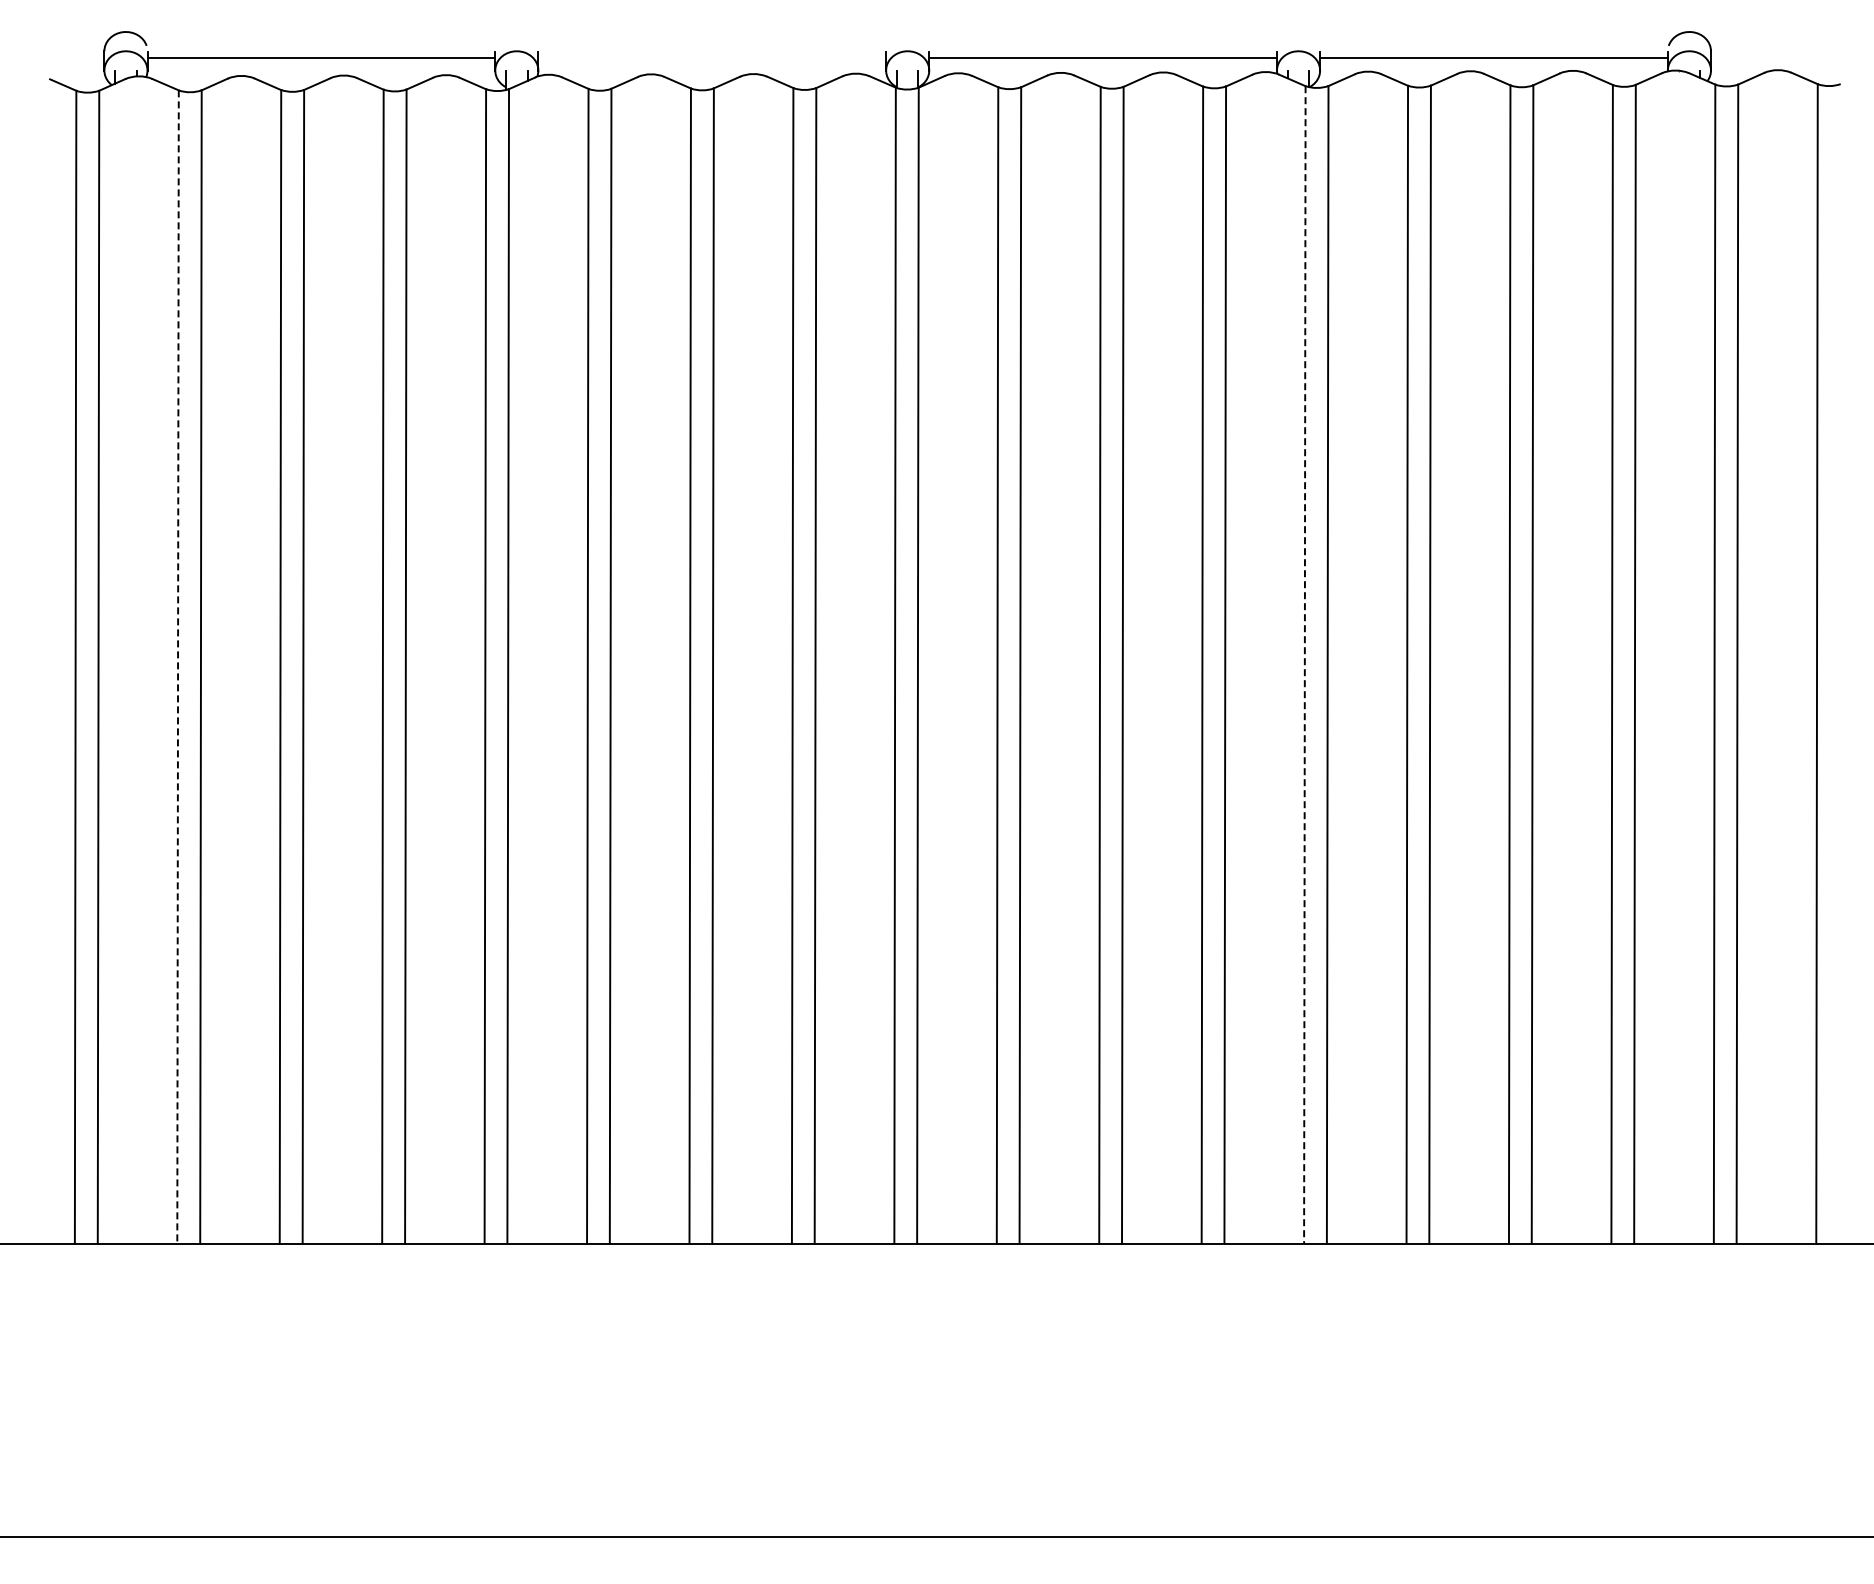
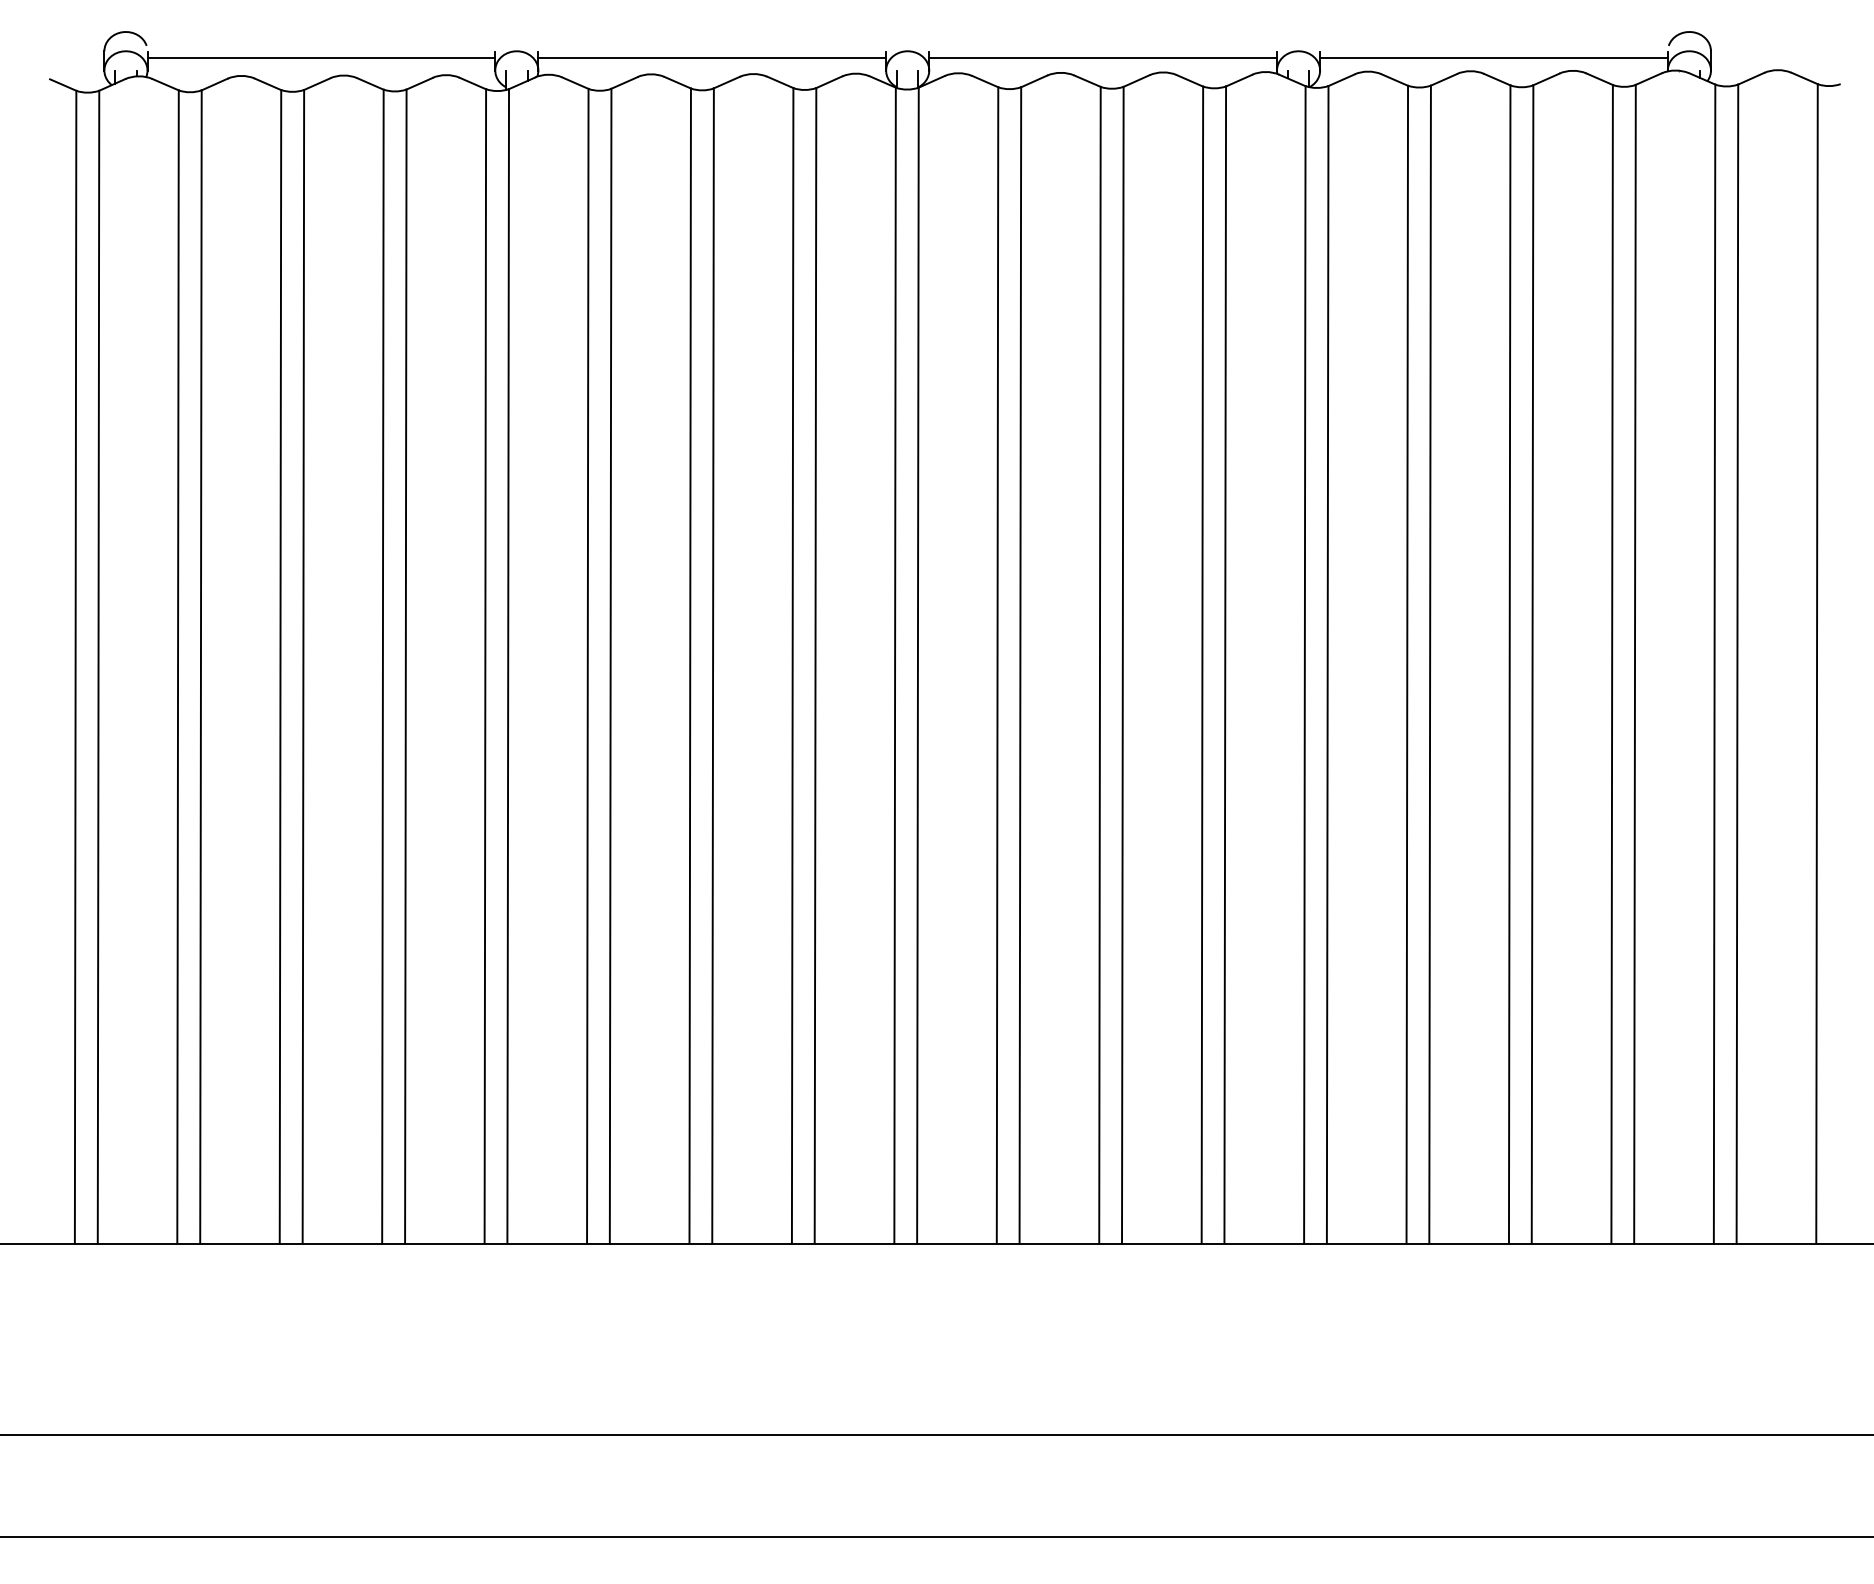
line at (712, 58): none -> present
line at (1304, 664): dashed -> solid
line at (178, 666): dashed -> solid
line at (936, 1434): none -> present
